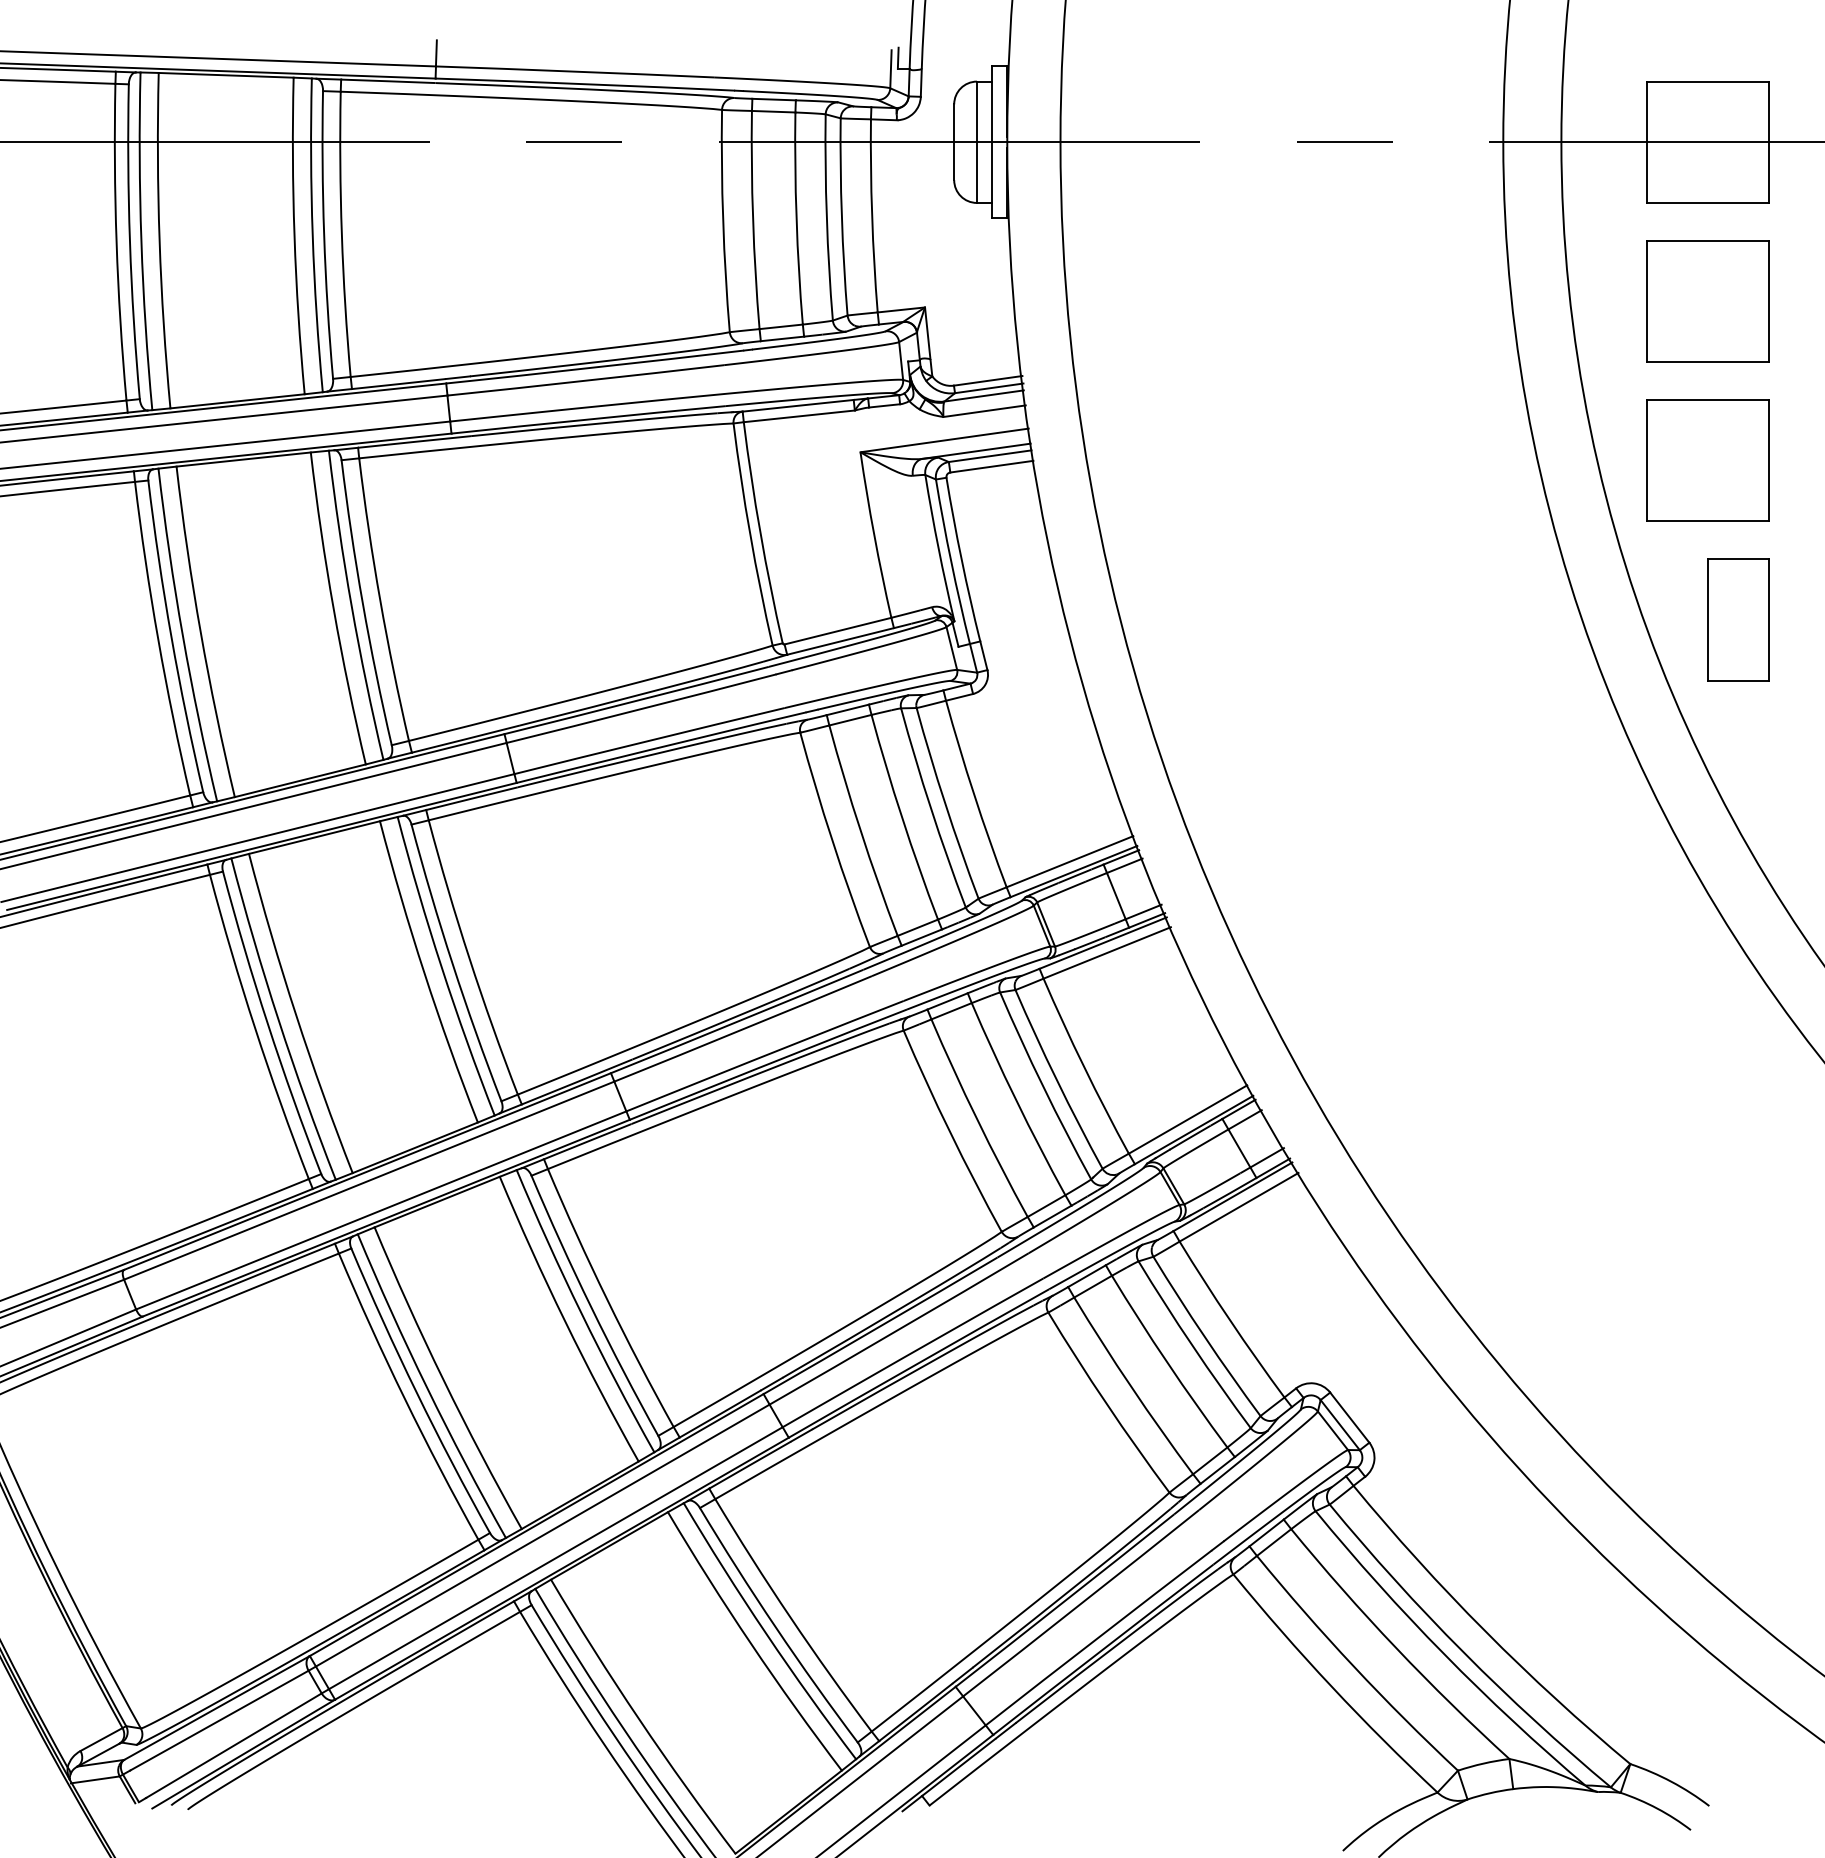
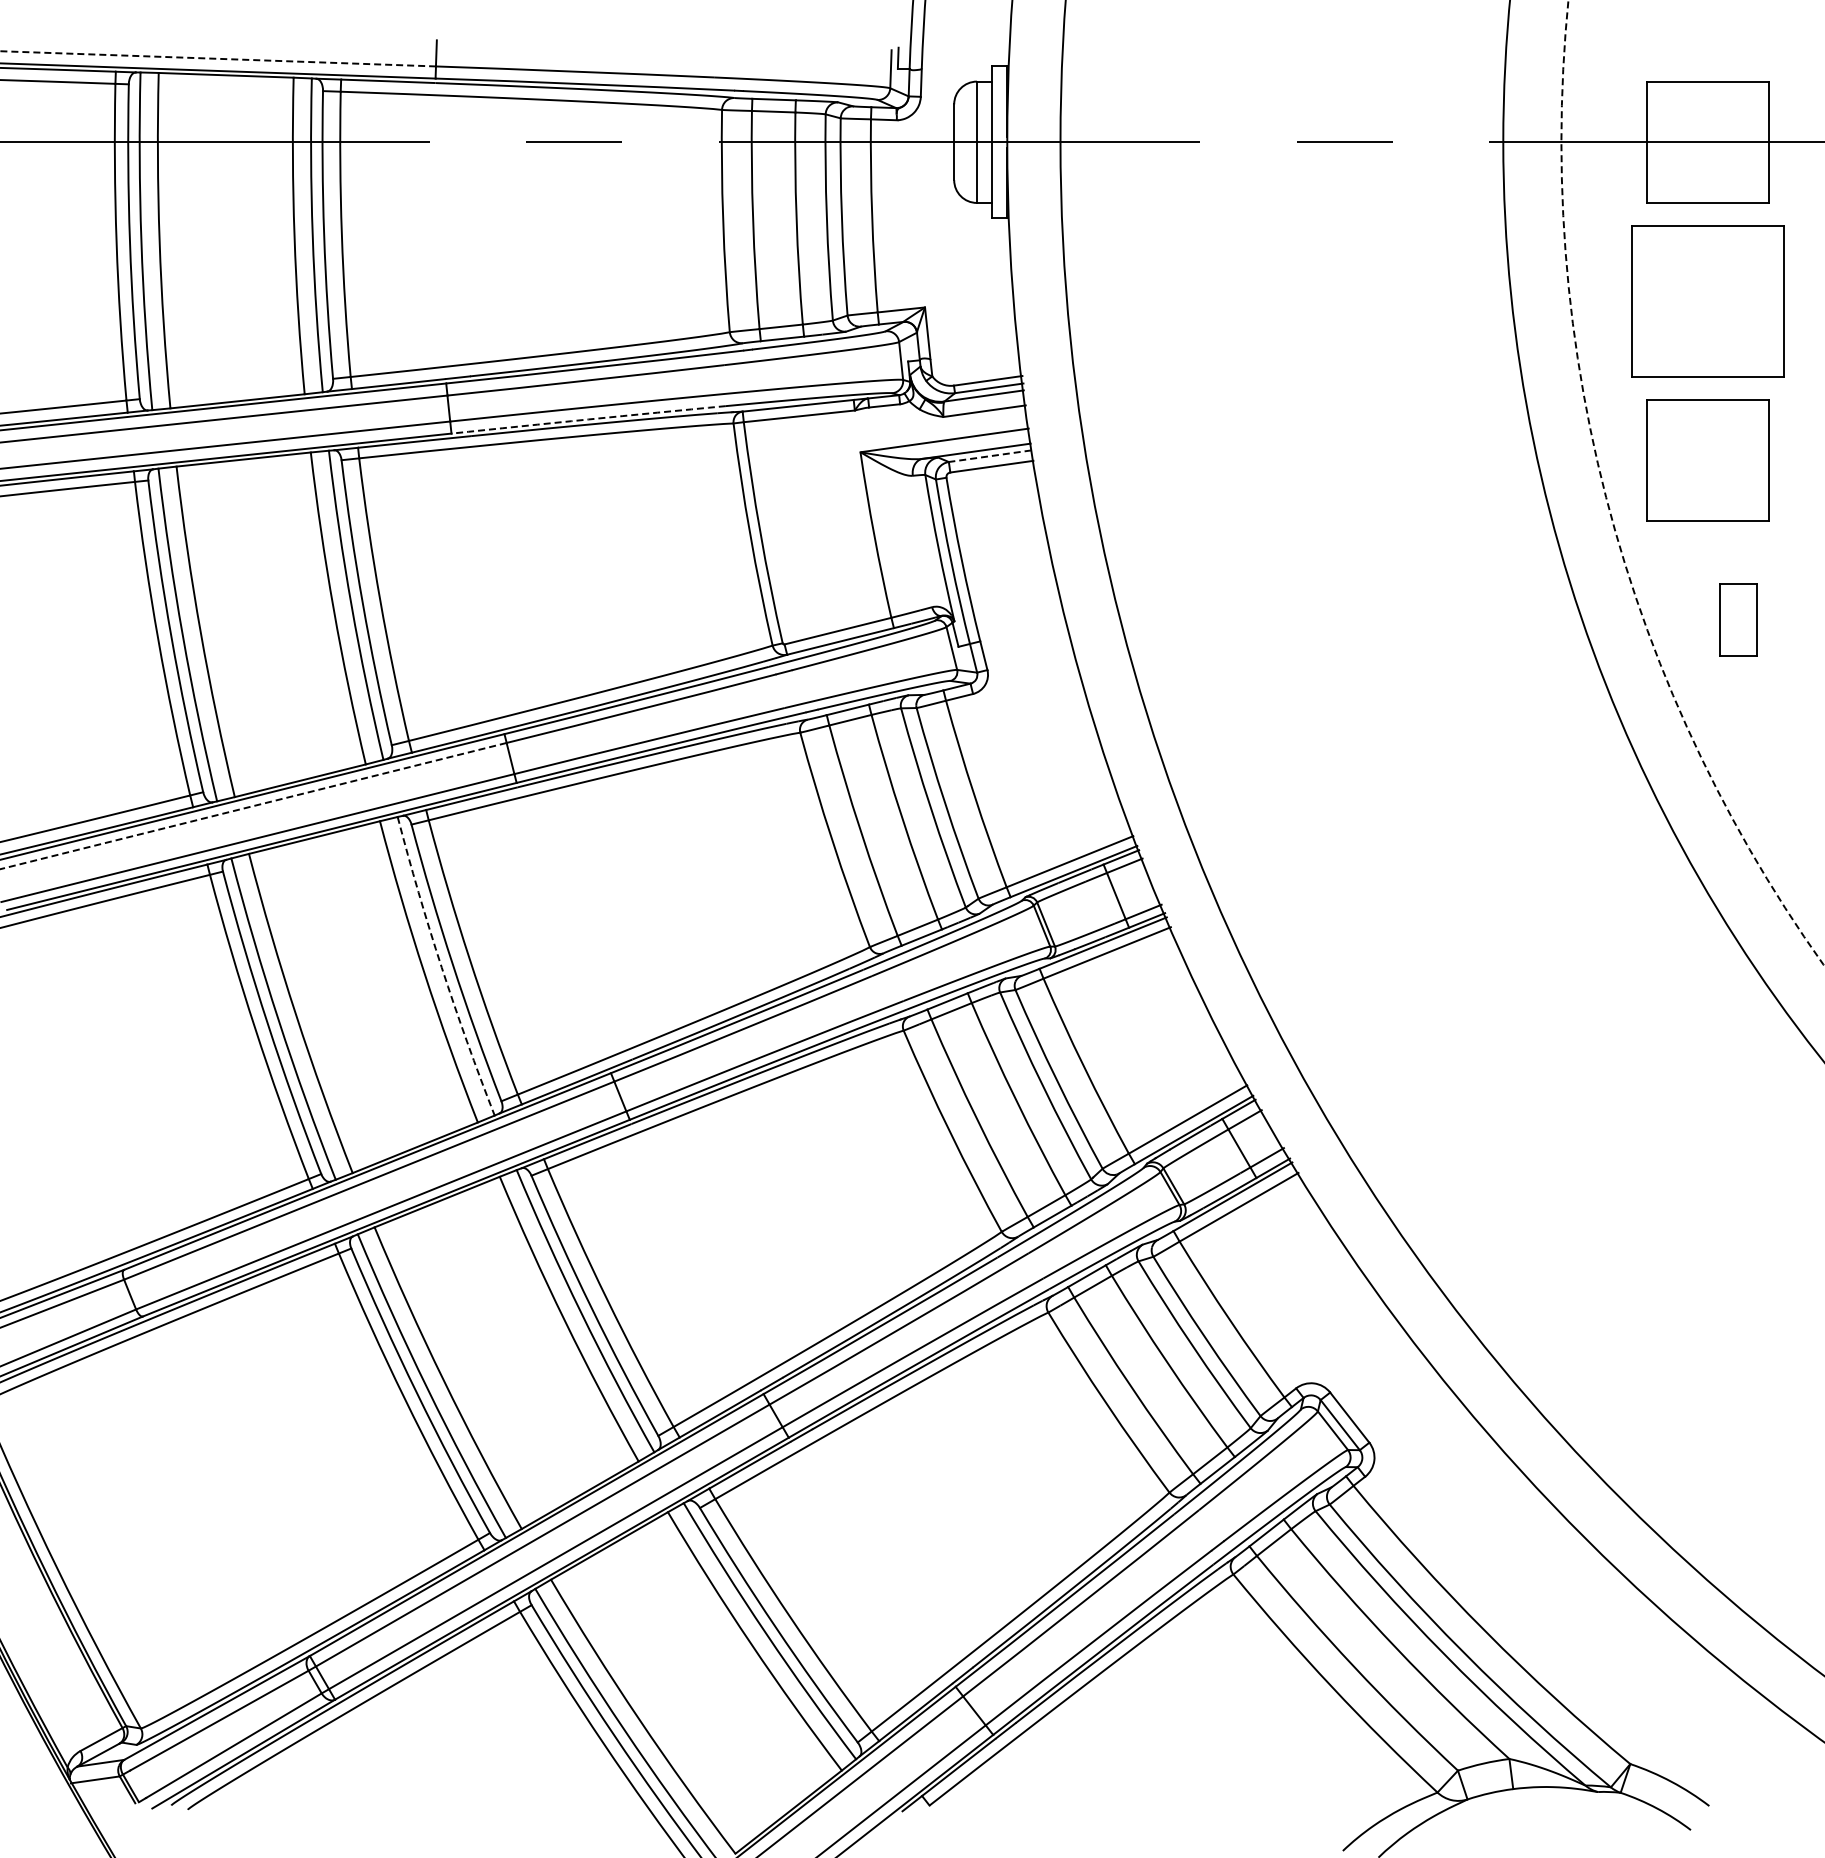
line at (218, 58): solid -> dashed
part at (1707, 301) size: 124x123 px -> 154x153 px
arc at (588, 419): solid -> dashed
line at (990, 456): solid -> dashed
circle at (1692, 483): solid -> dashed
part at (1738, 619) size: 63x124 px -> 39x74 px
line at (253, 806): solid -> dashed
arc at (441, 967): solid -> dashed
